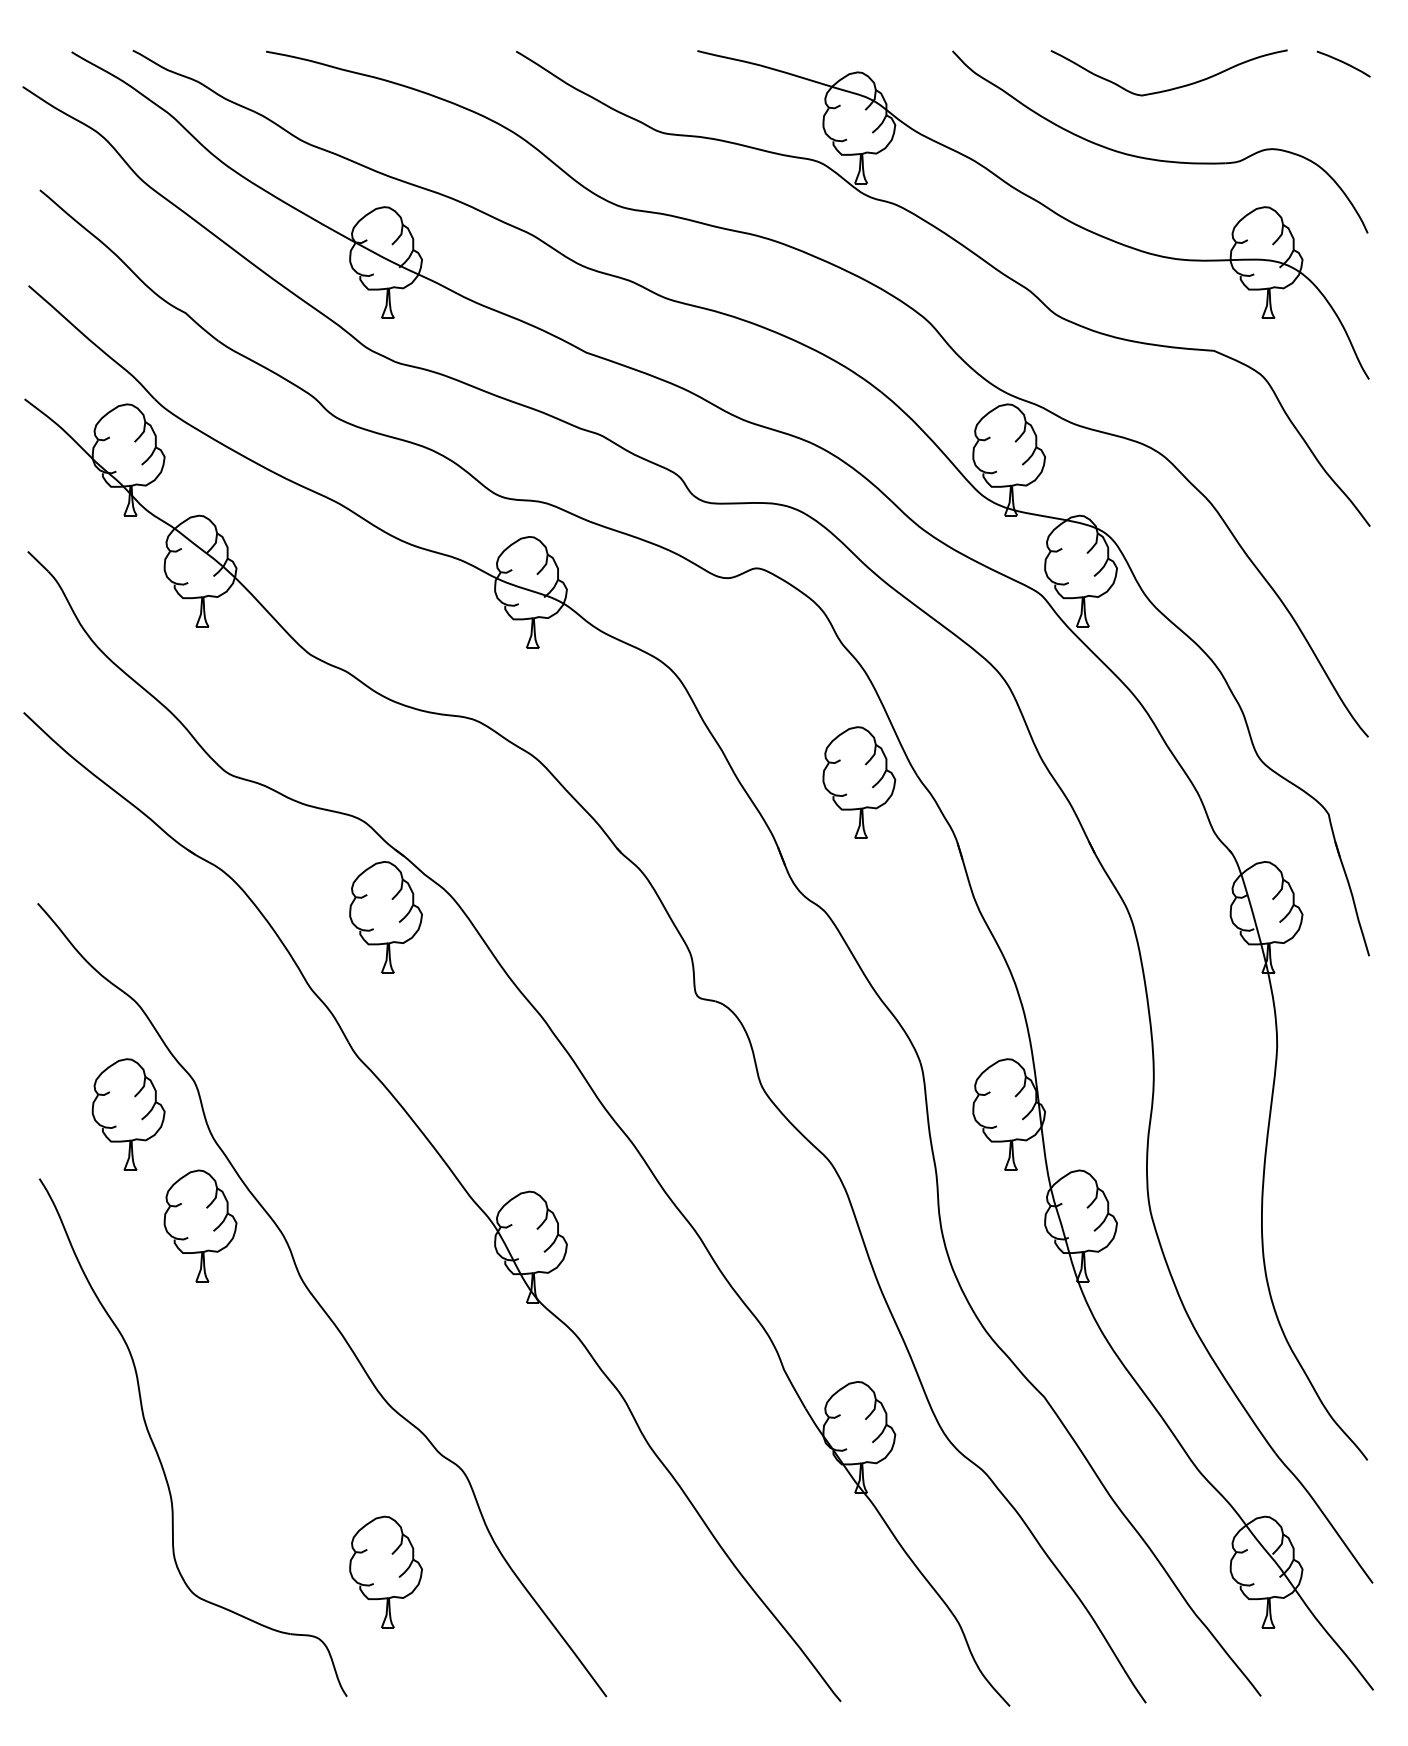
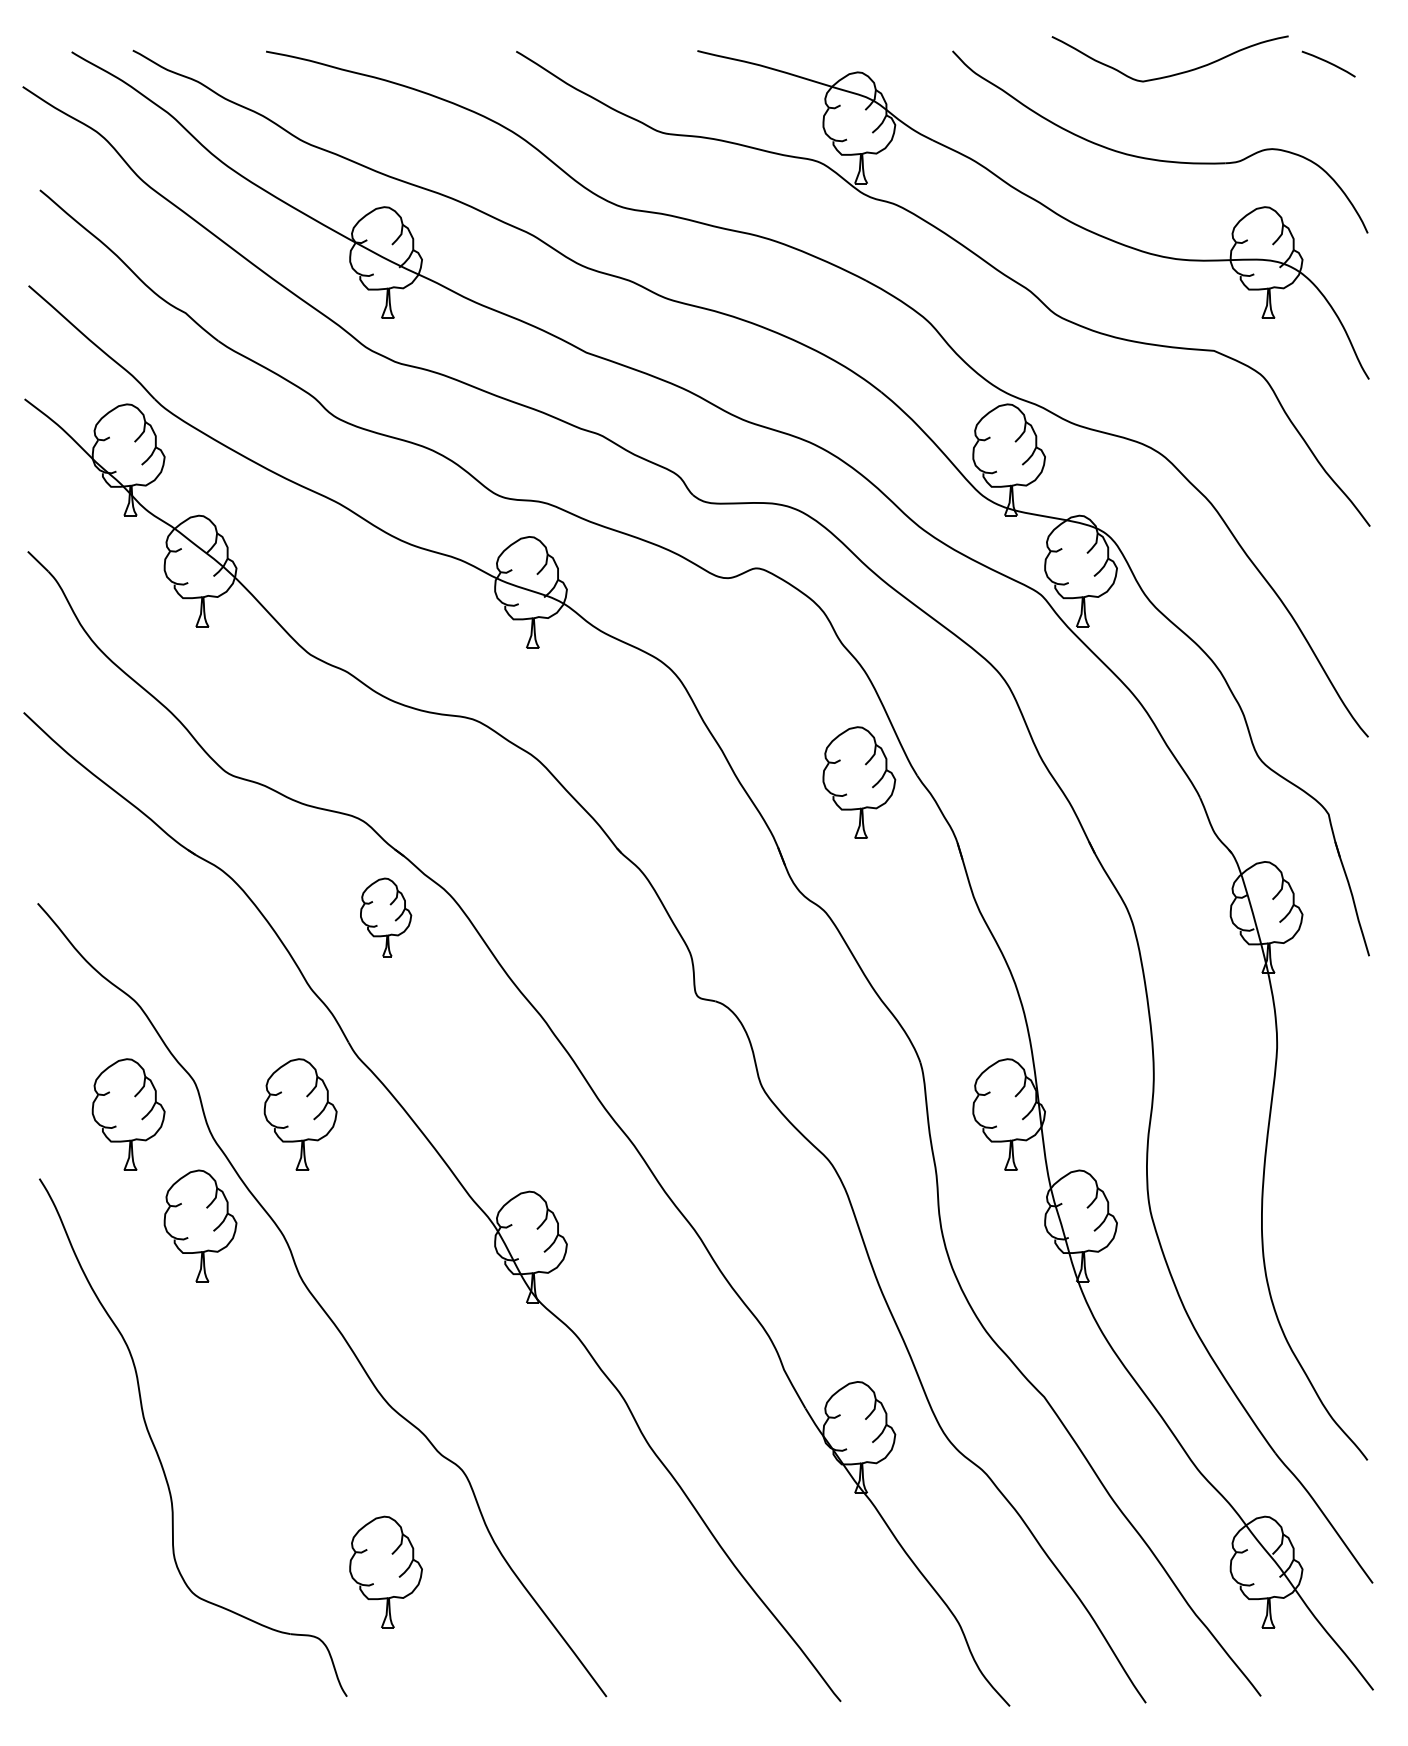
curve at (1343, 63) position: (1343, 63) -> (1328, 63)
curve at (1170, 88) position: (1170, 88) -> (1171, 74)
part at (385, 917) size: 74x113 px -> 53x81 px
part at (300, 1114): none -> present
